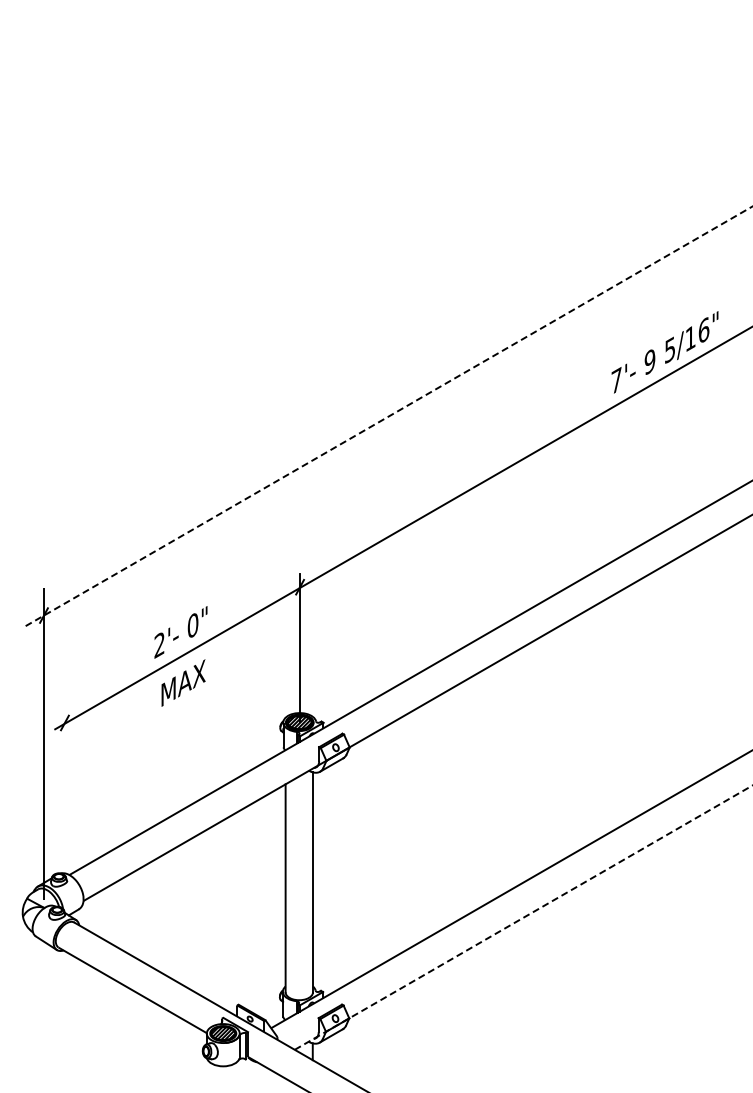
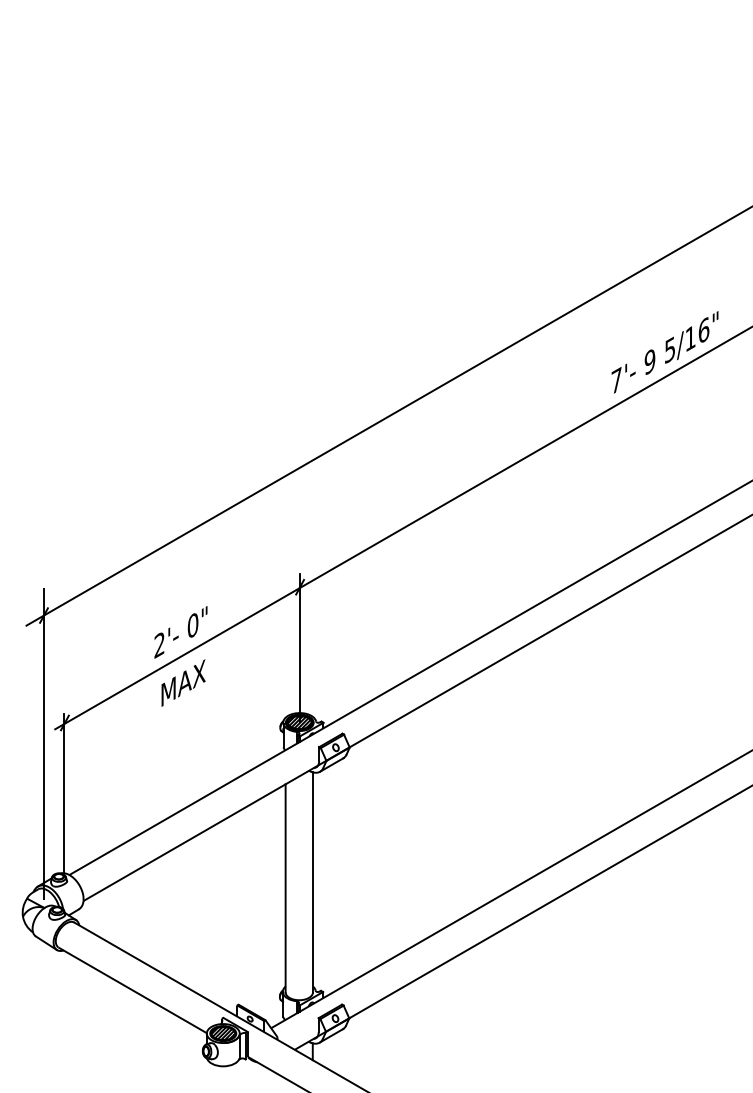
line at (389, 416): dashed -> solid
line at (64, 793): none -> present
line at (524, 917): dashed -> solid
